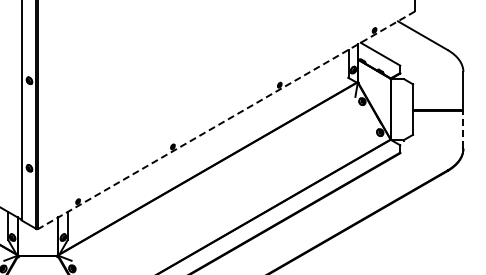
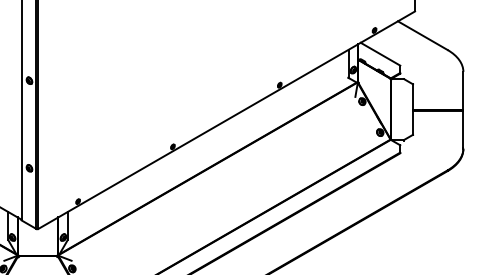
line at (226, 120): dashed -> solid
line at (463, 129): dashed -> solid
